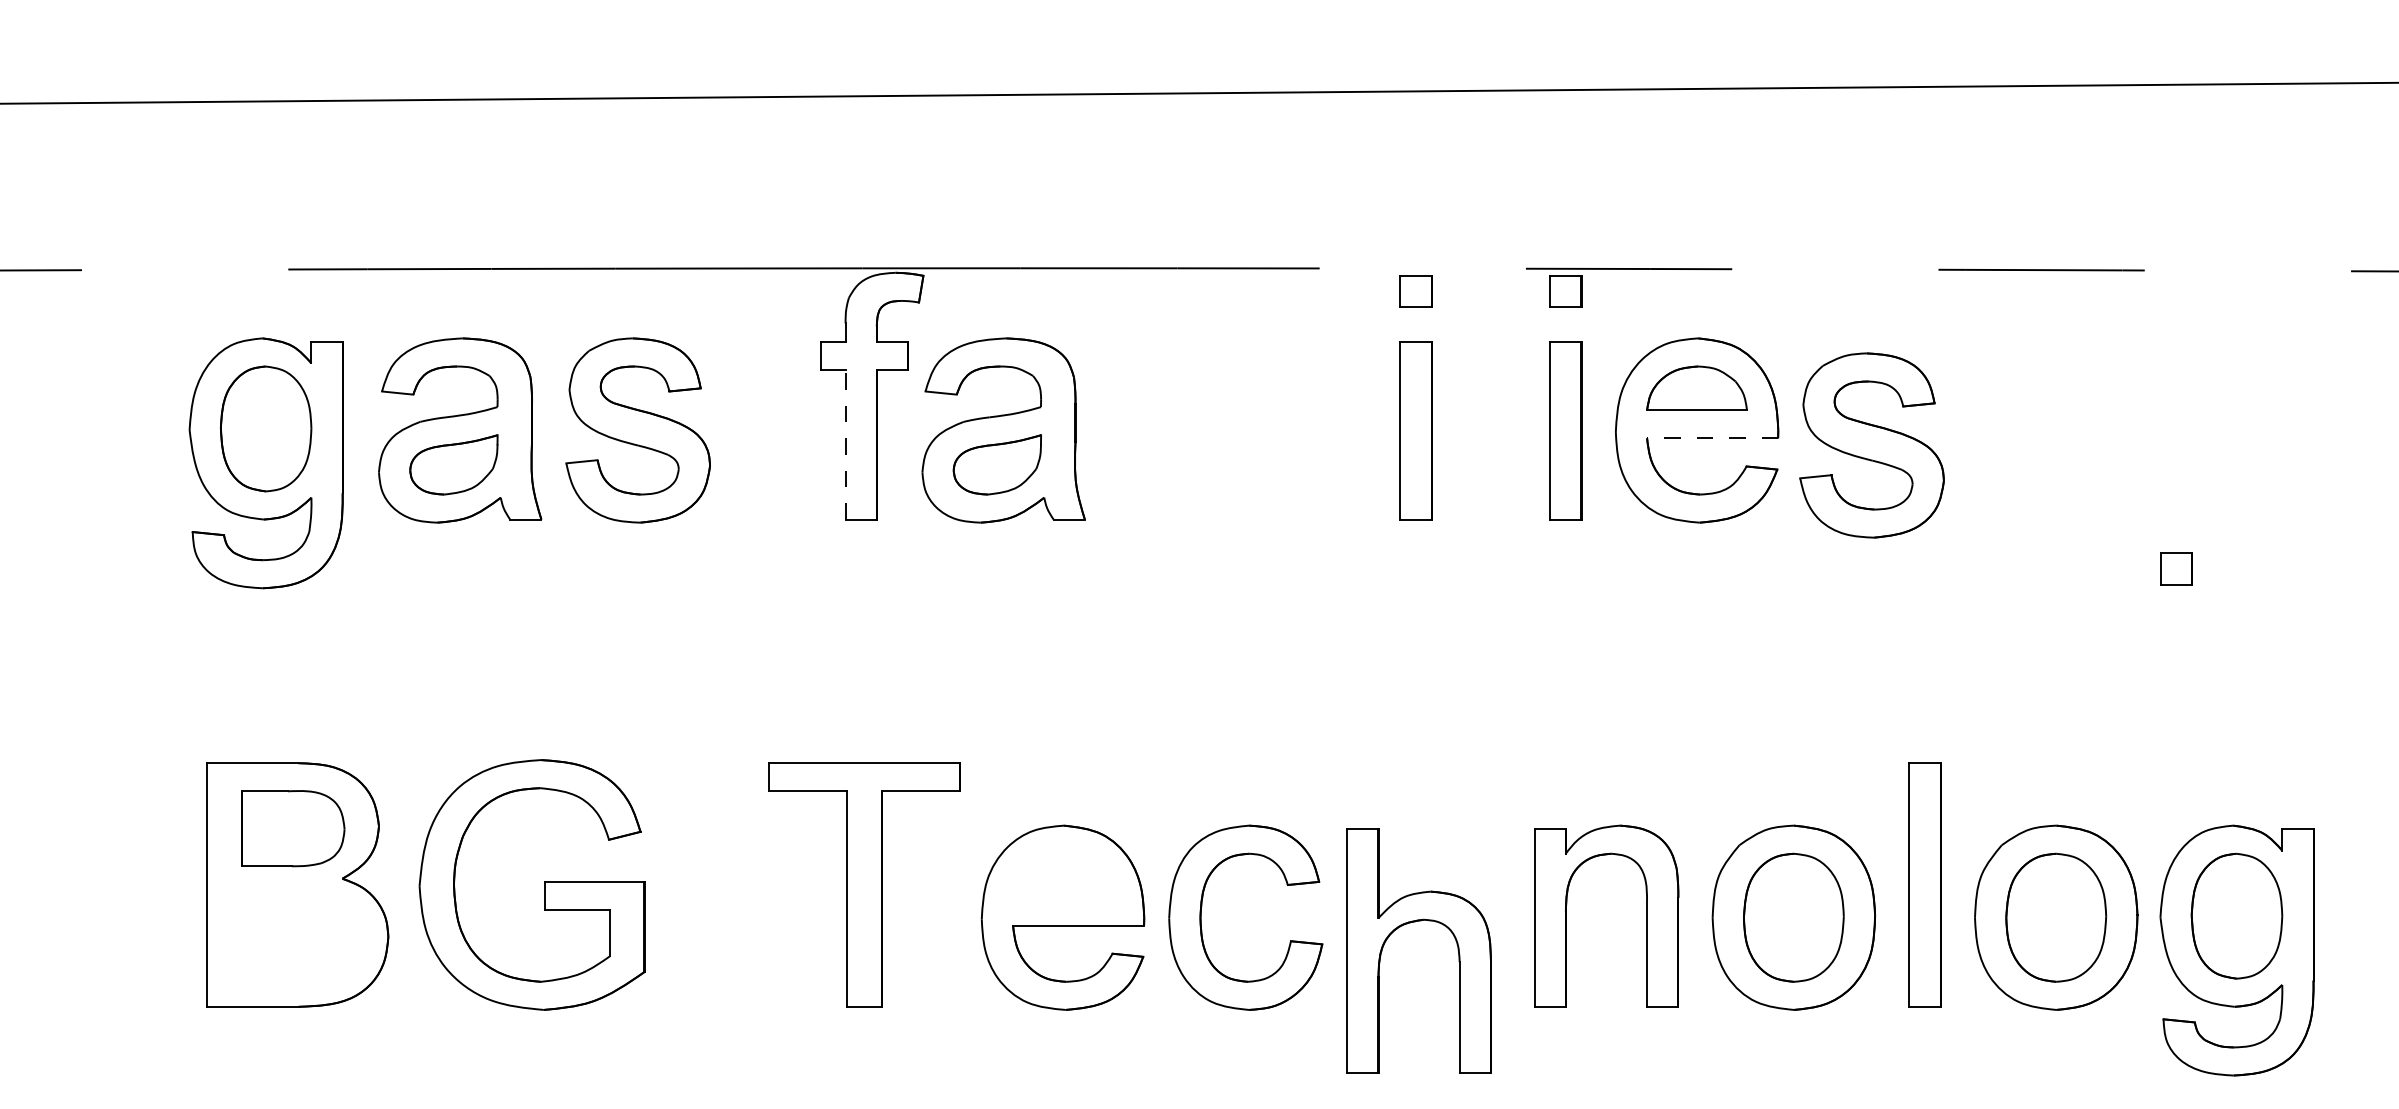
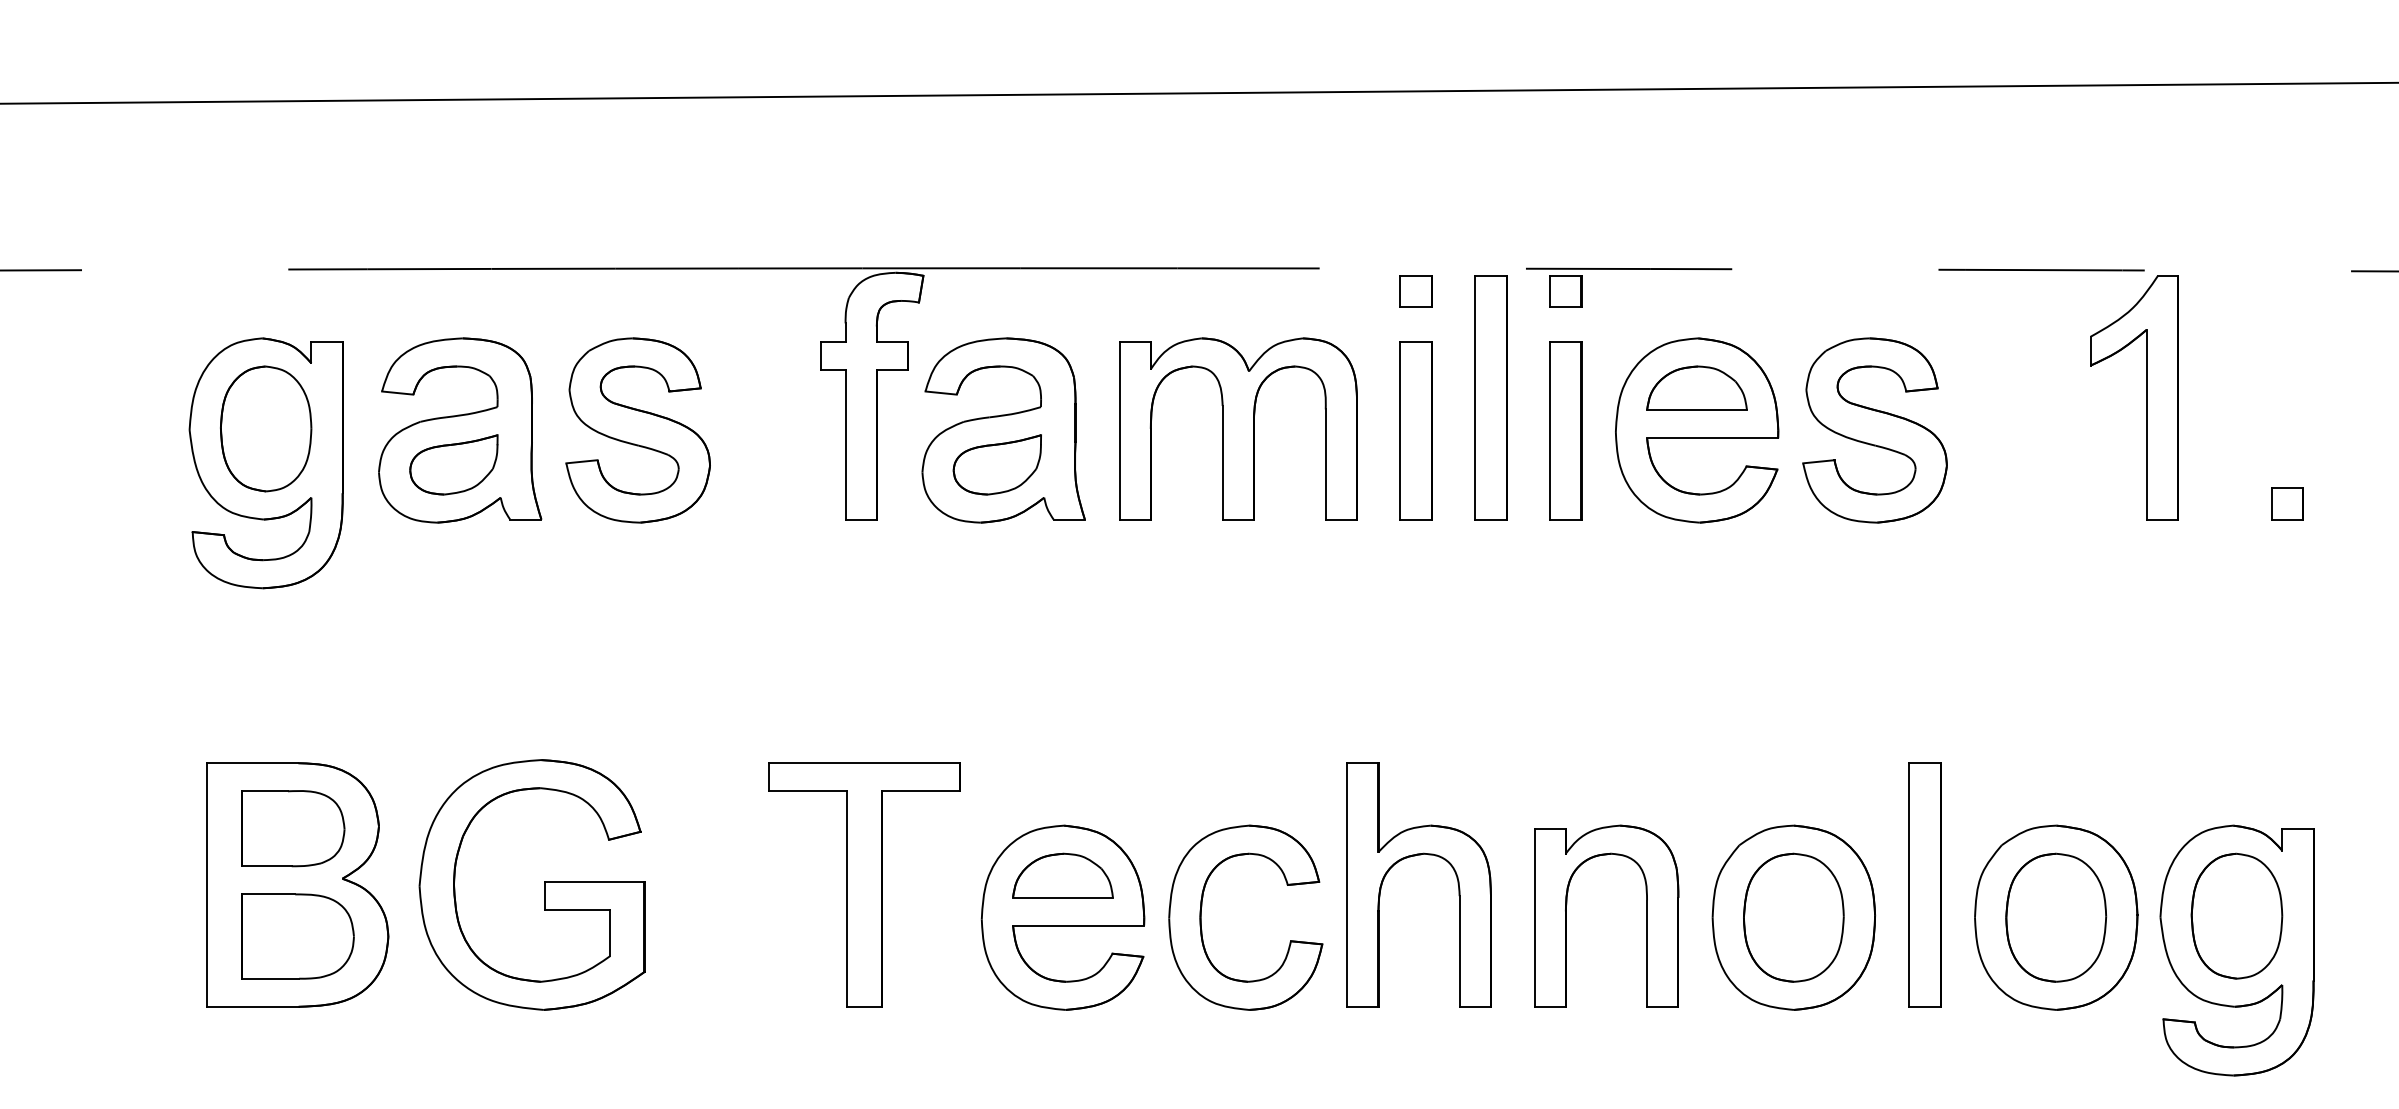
part at (1490, 397): none -> present
part at (2146, 397): none -> present
part at (1238, 428): none -> present
line at (1712, 438): dashed -> solid
line at (845, 444): dashed -> solid
part at (1871, 445) position: (1871, 445) -> (1874, 430)
part at (2176, 568) position: (2176, 568) -> (2287, 503)
part at (1062, 875): none -> present
part at (1415, 922) position: (1415, 922) -> (1415, 856)
part at (297, 936): none -> present
